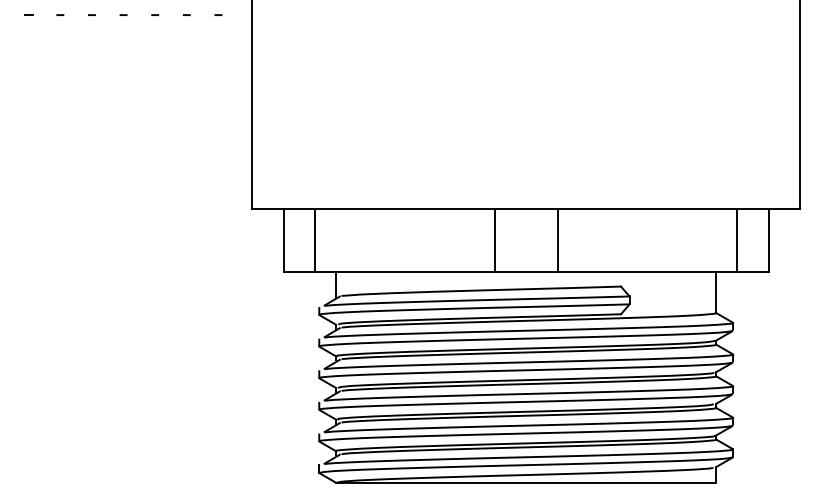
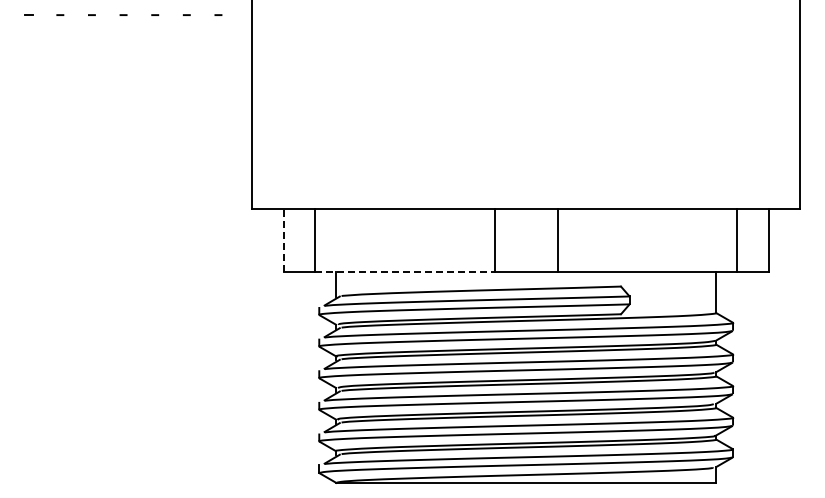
line at (283, 240): solid -> dashed
line at (404, 272): solid -> dashed
